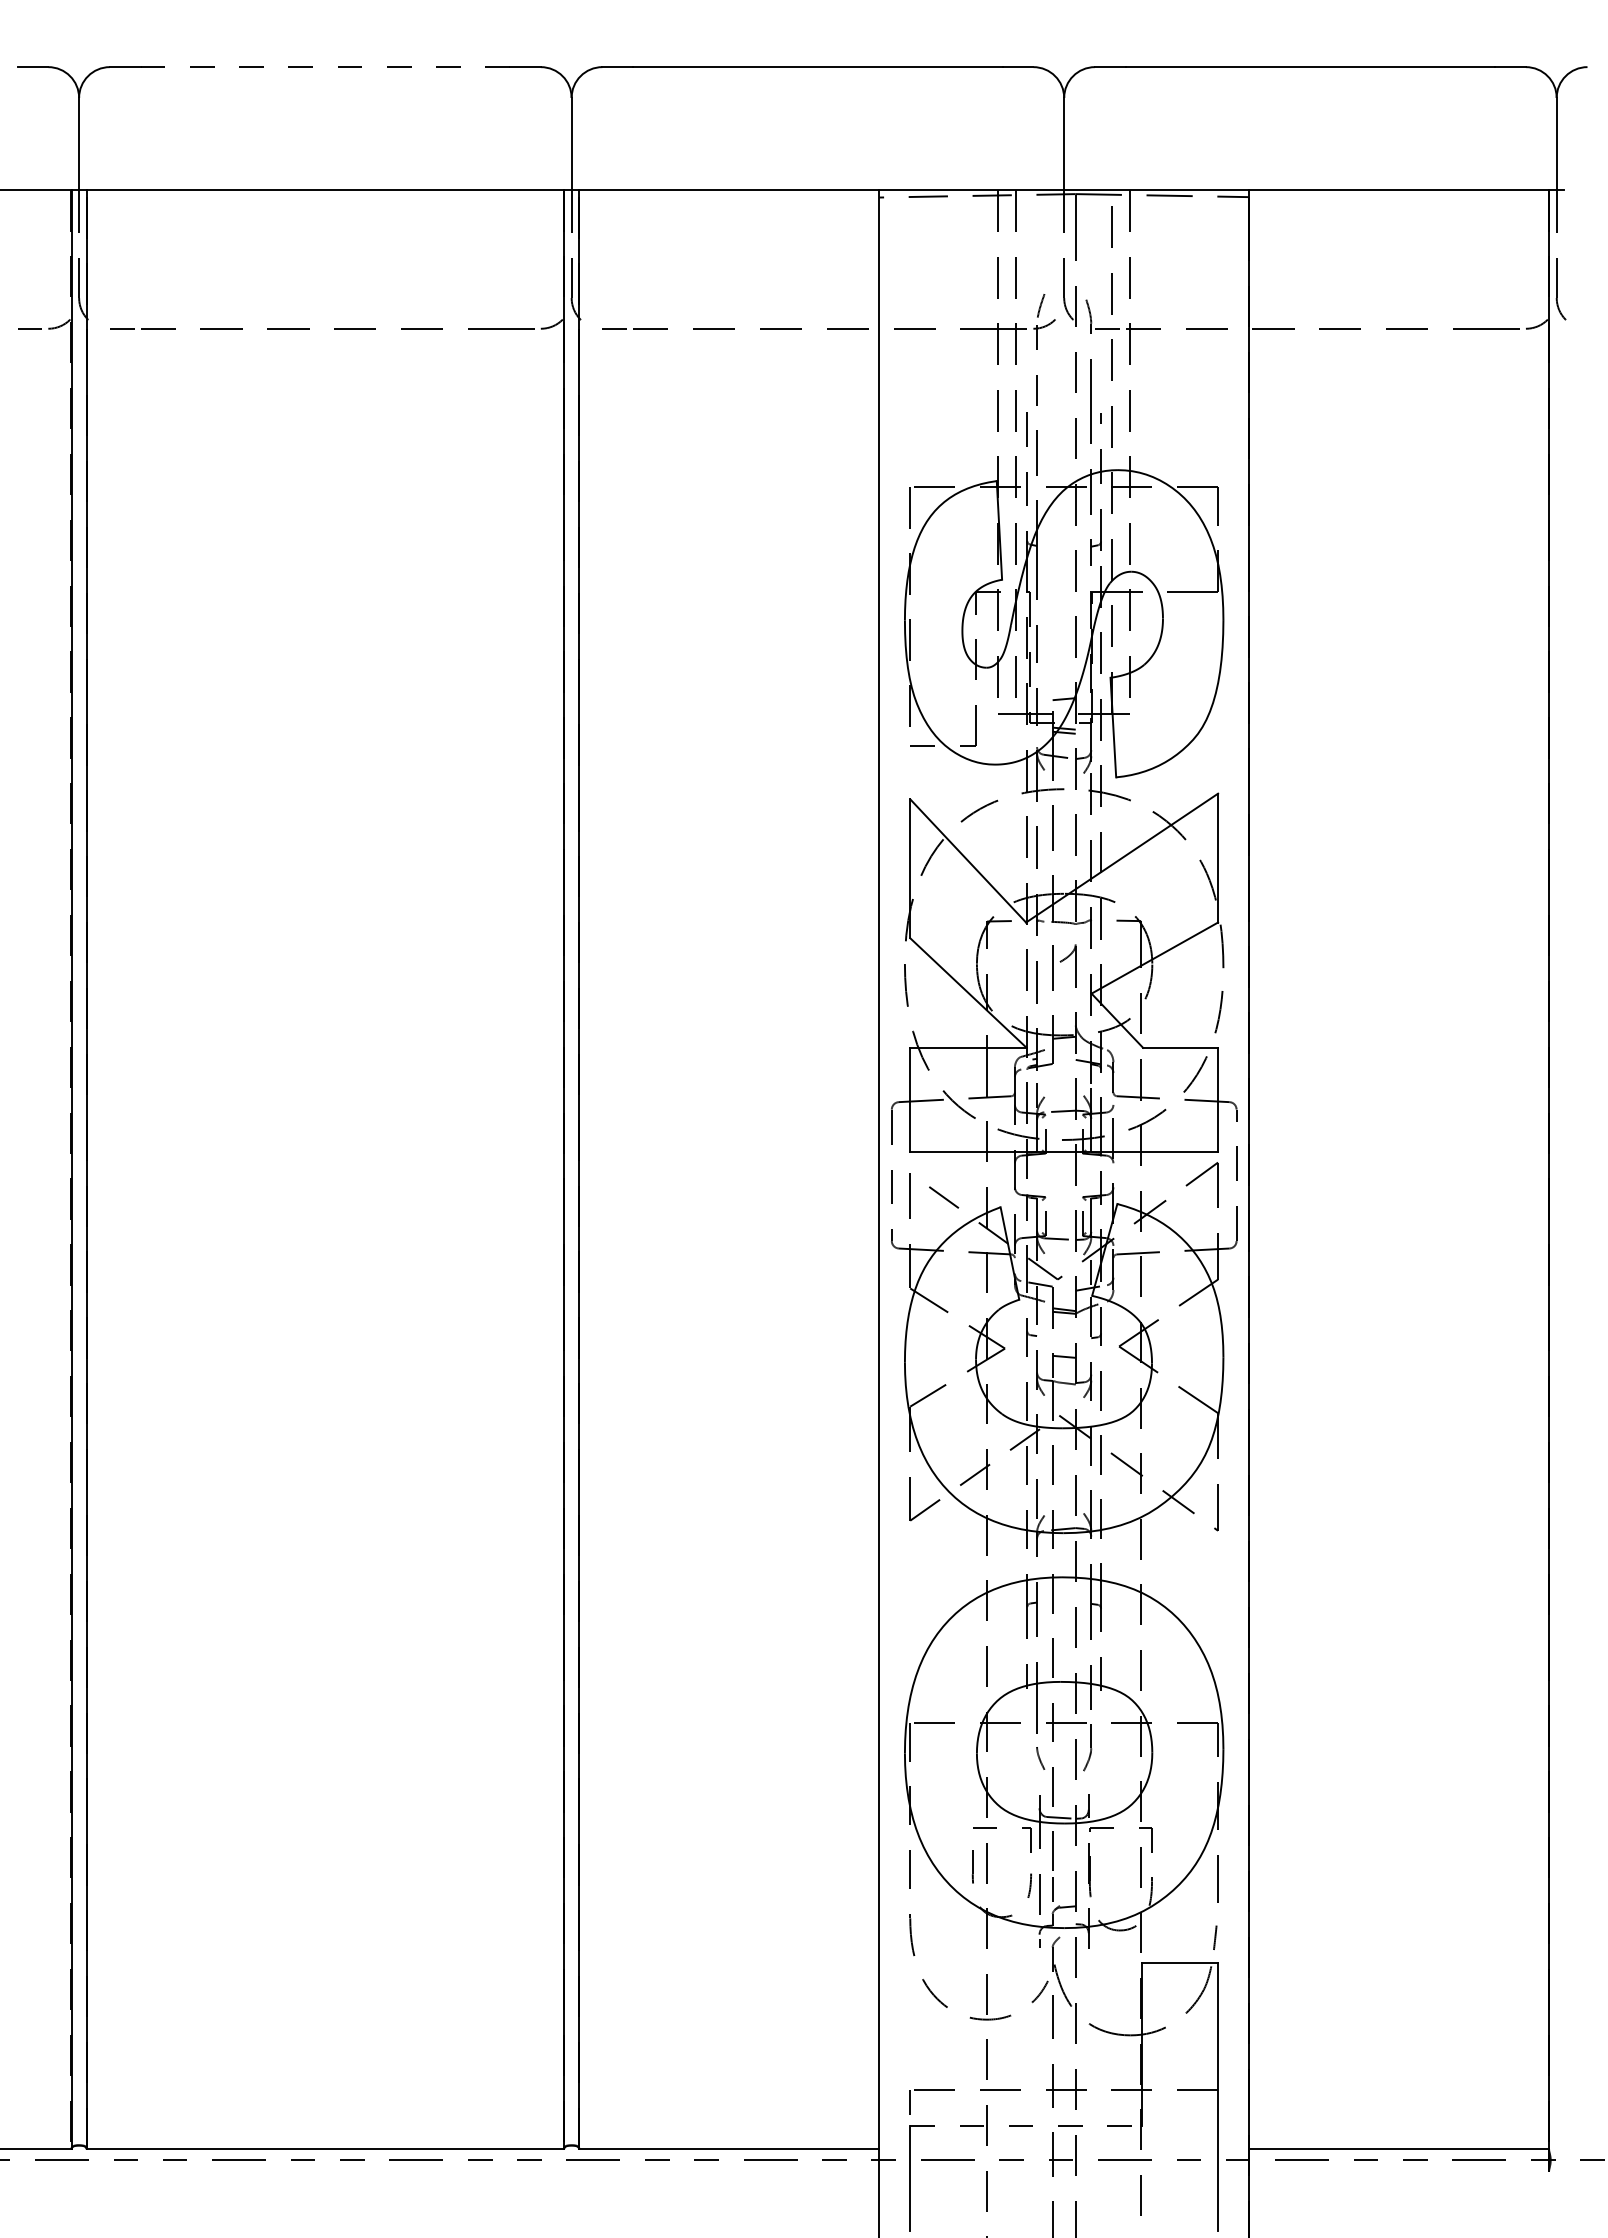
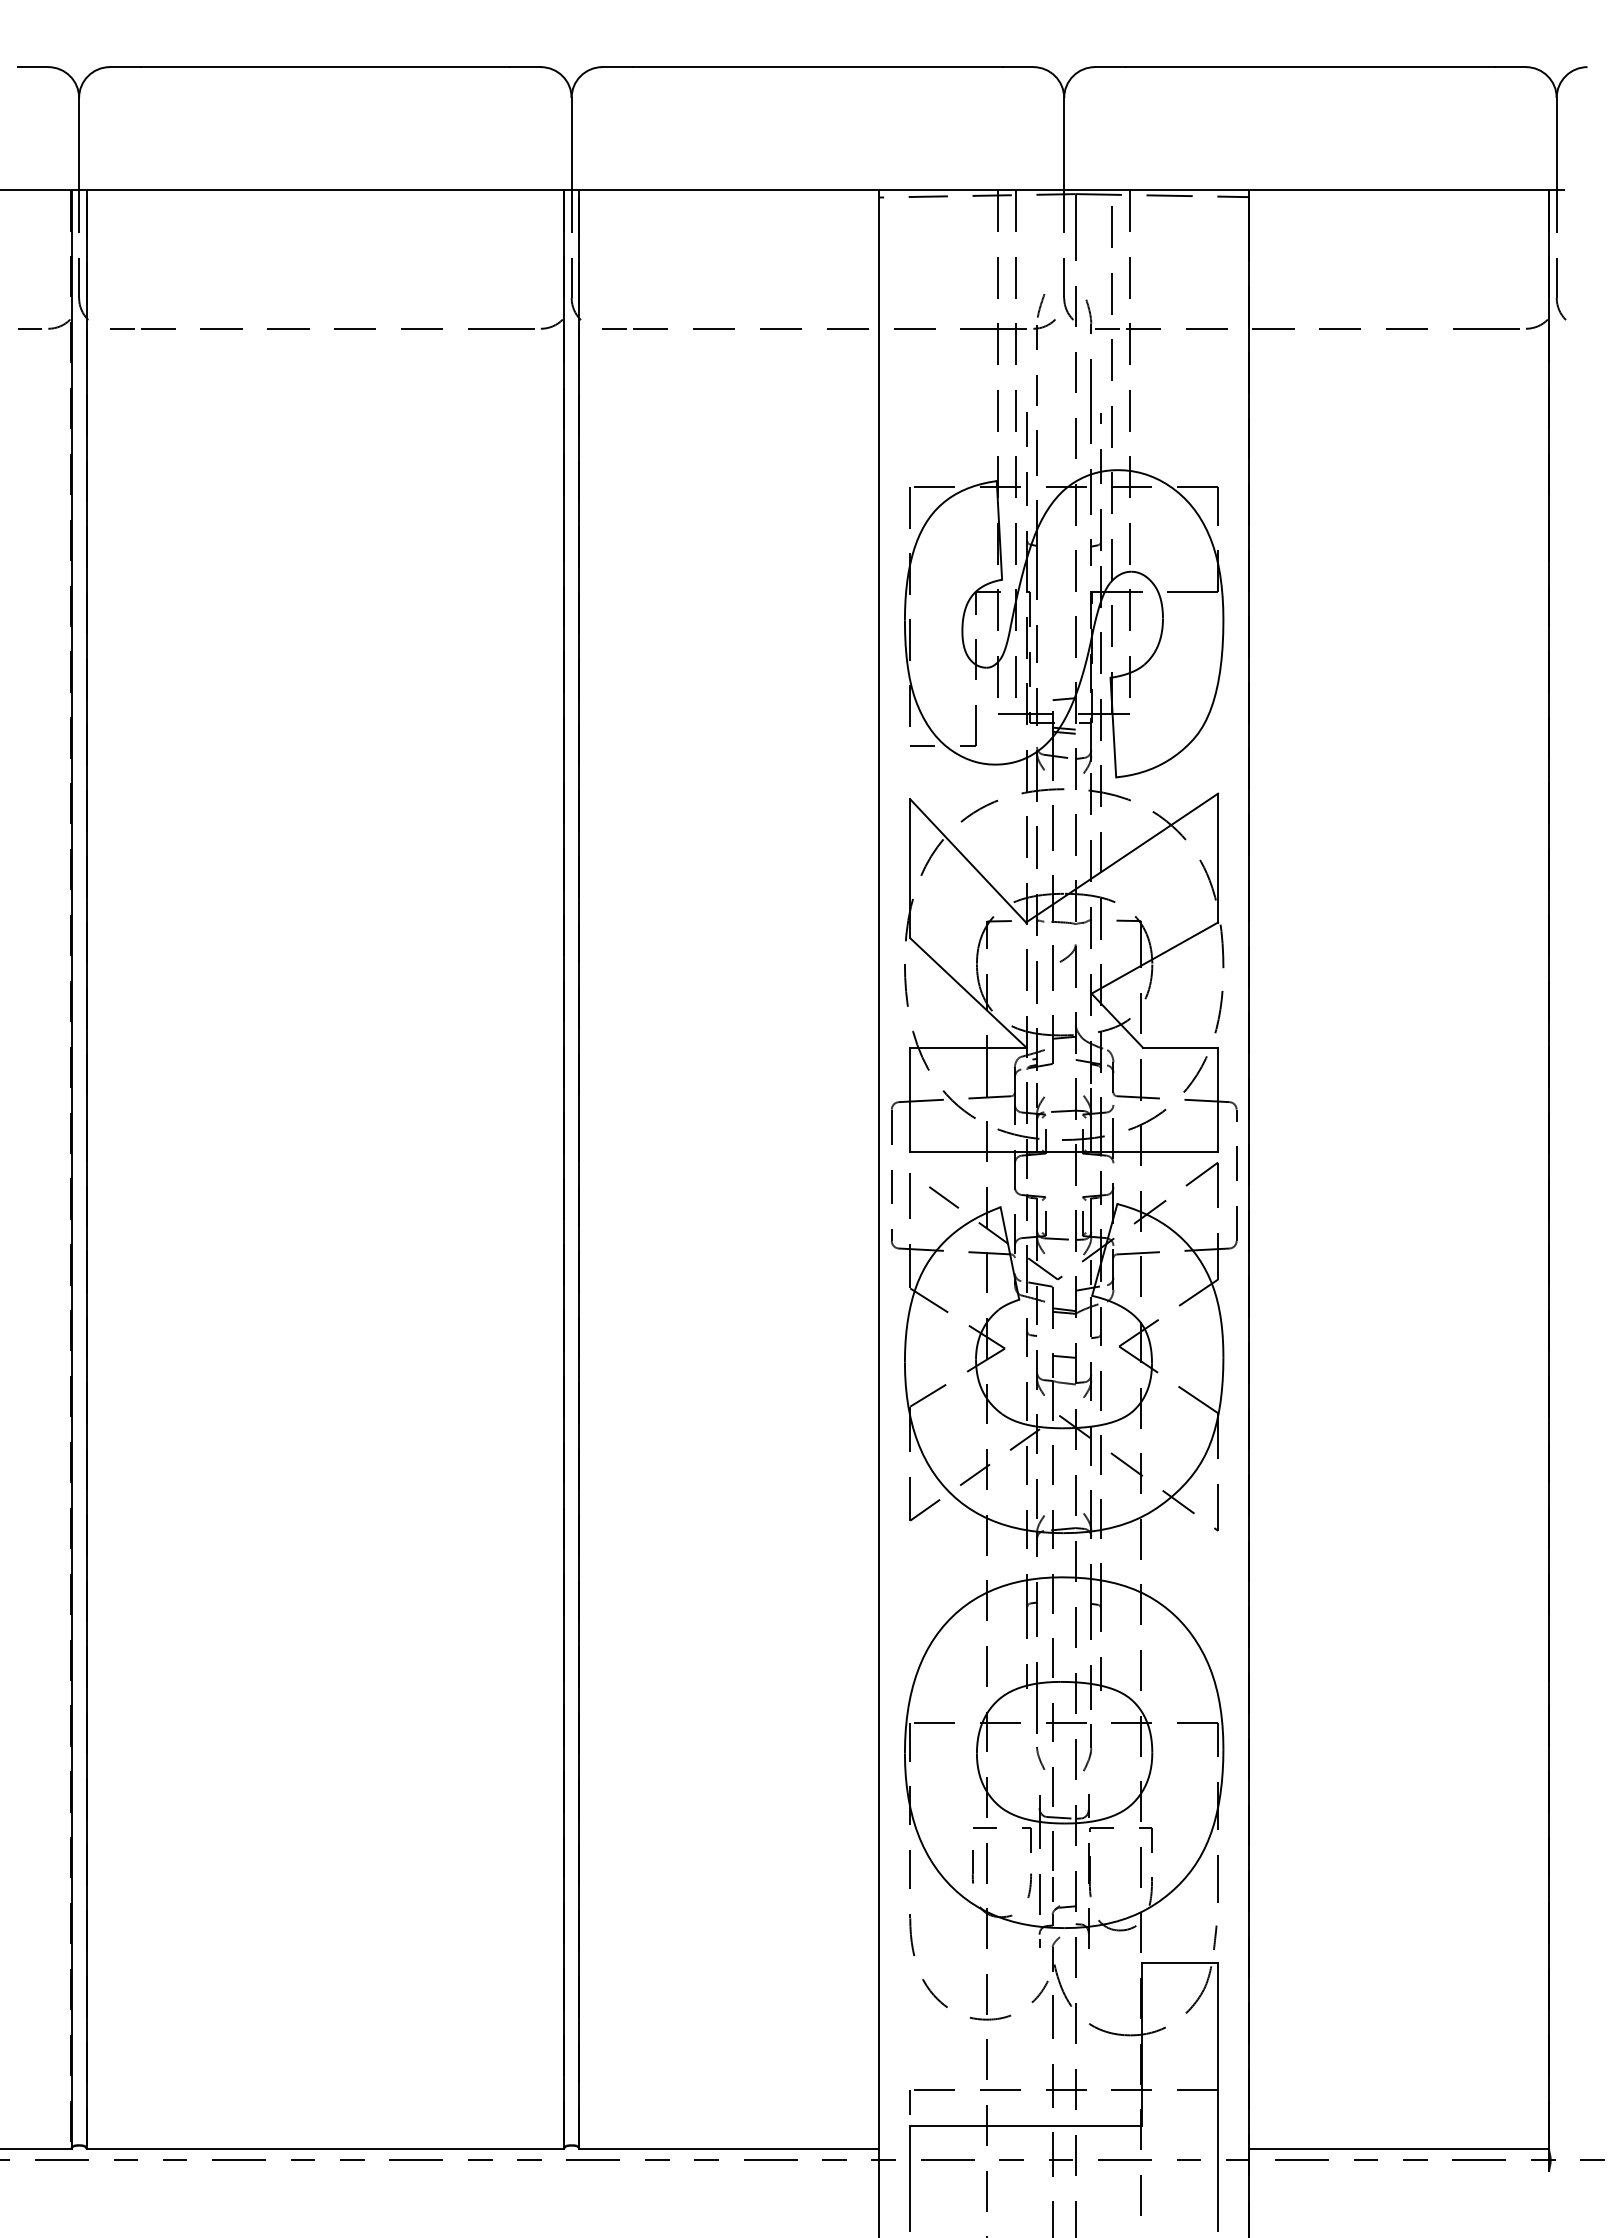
line at (325, 67): dashed -> solid
line at (1026, 2126): dashed -> solid
